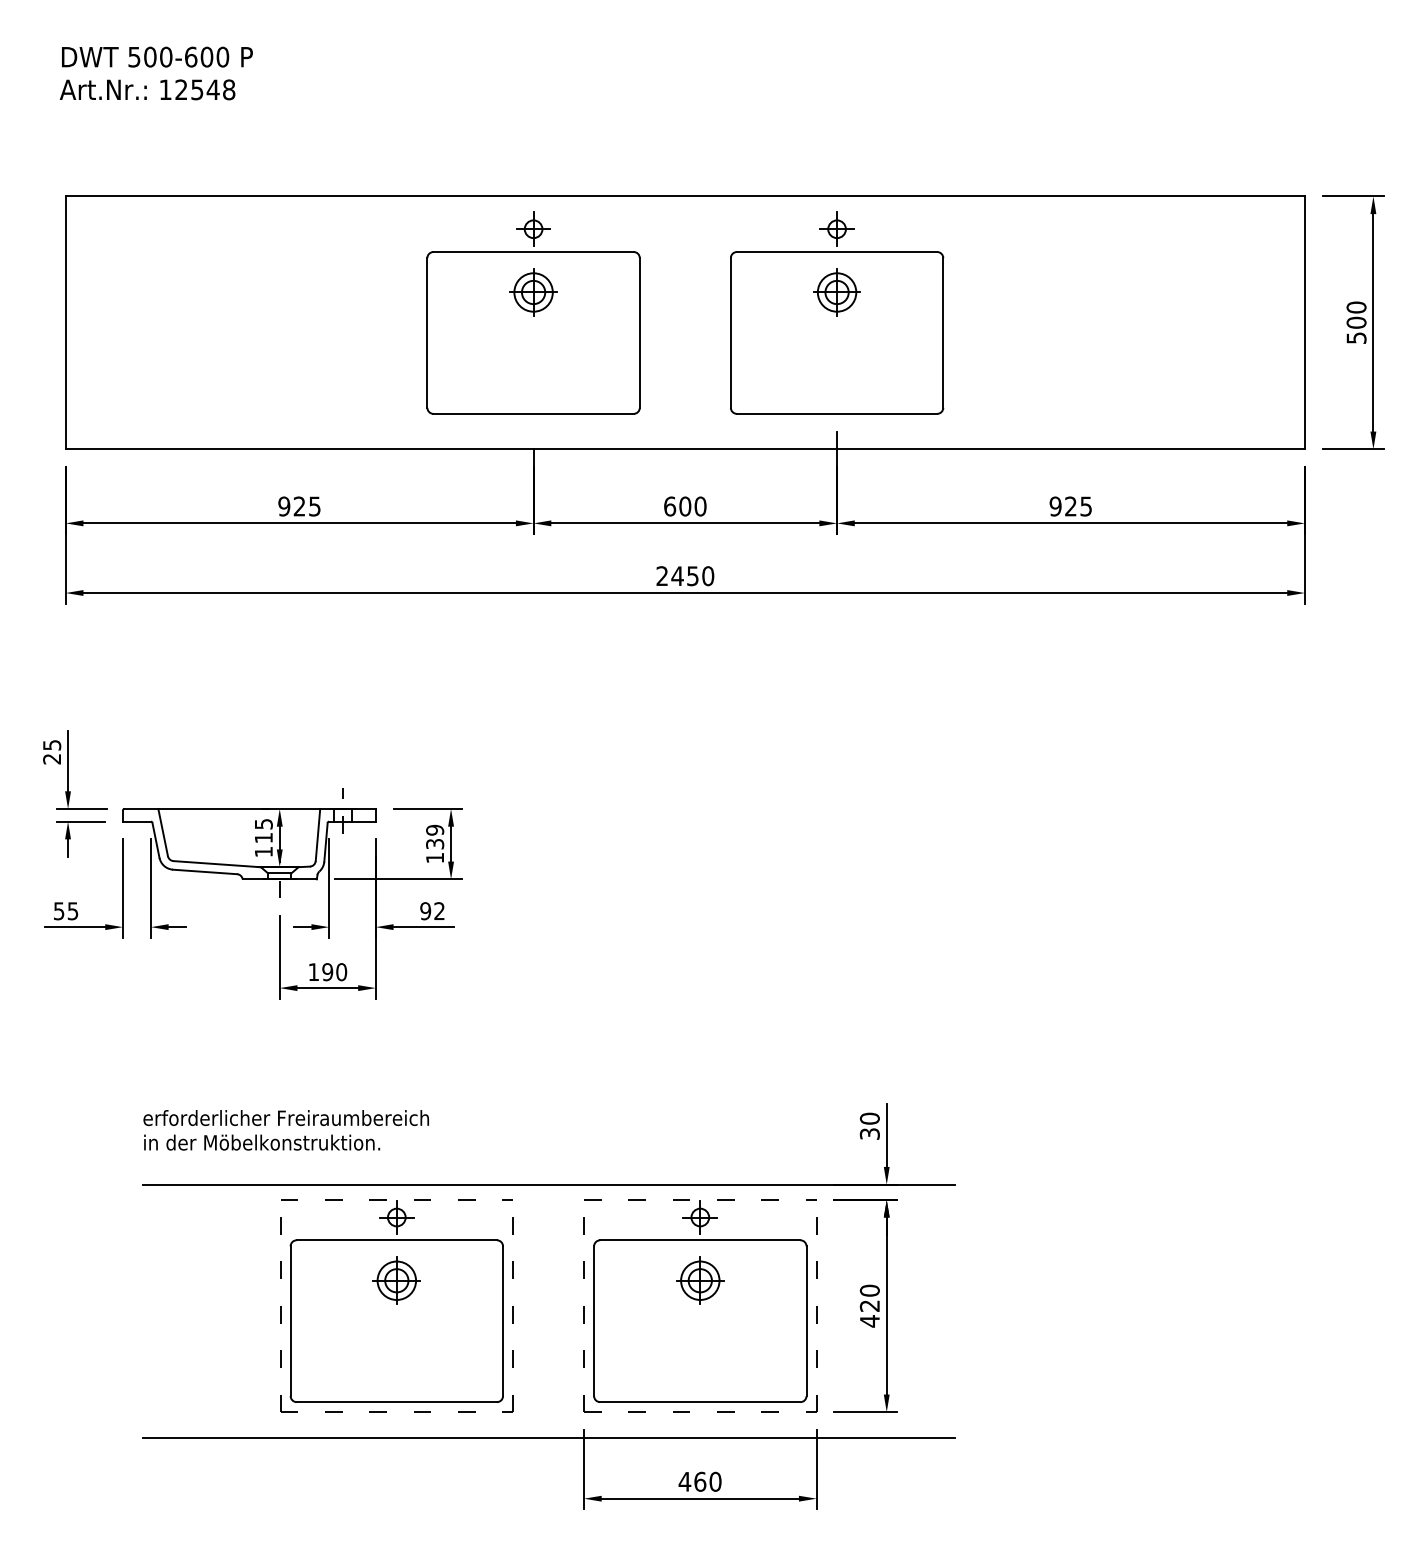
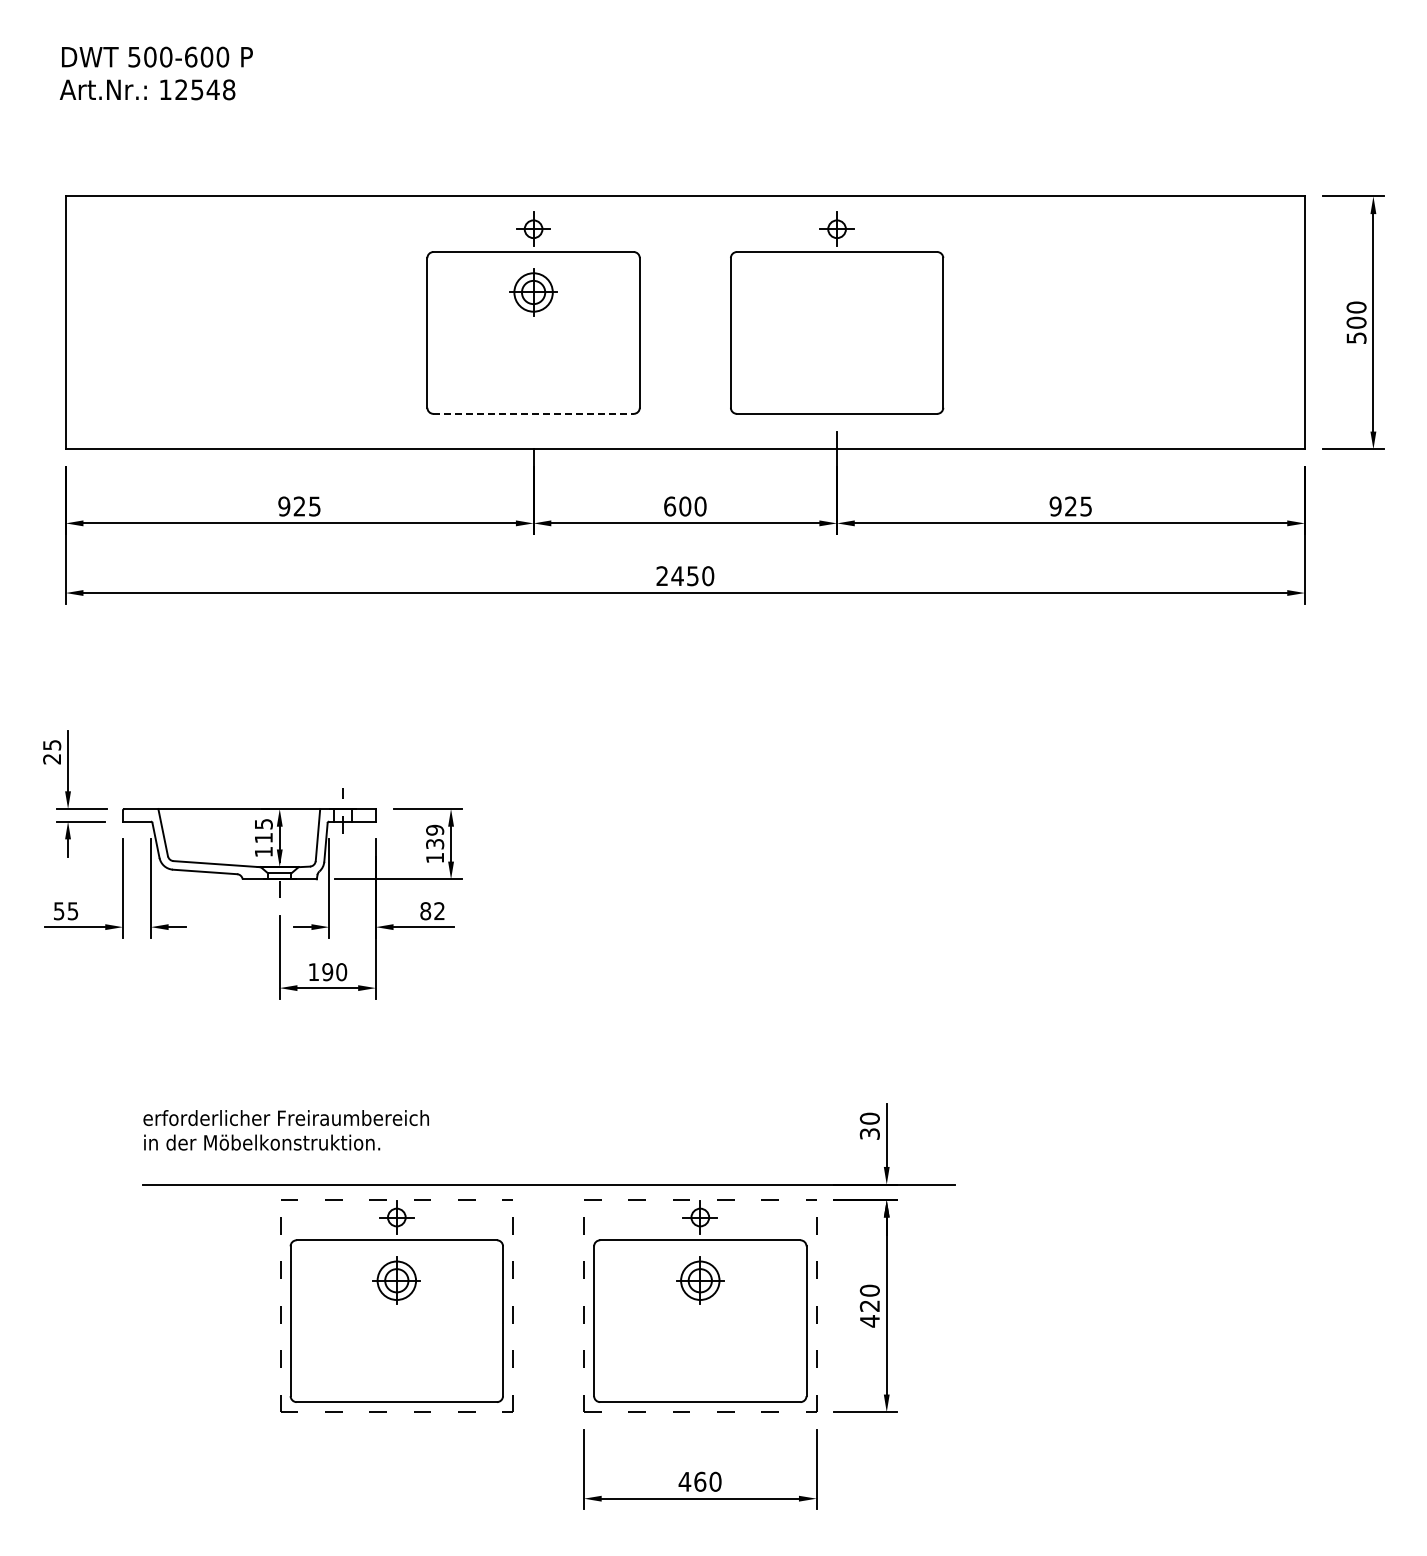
part at (836, 292): present -> none
line at (534, 413): solid -> dashed
text at (425, 911): 92 -> 82
line at (548, 1437): present -> none
